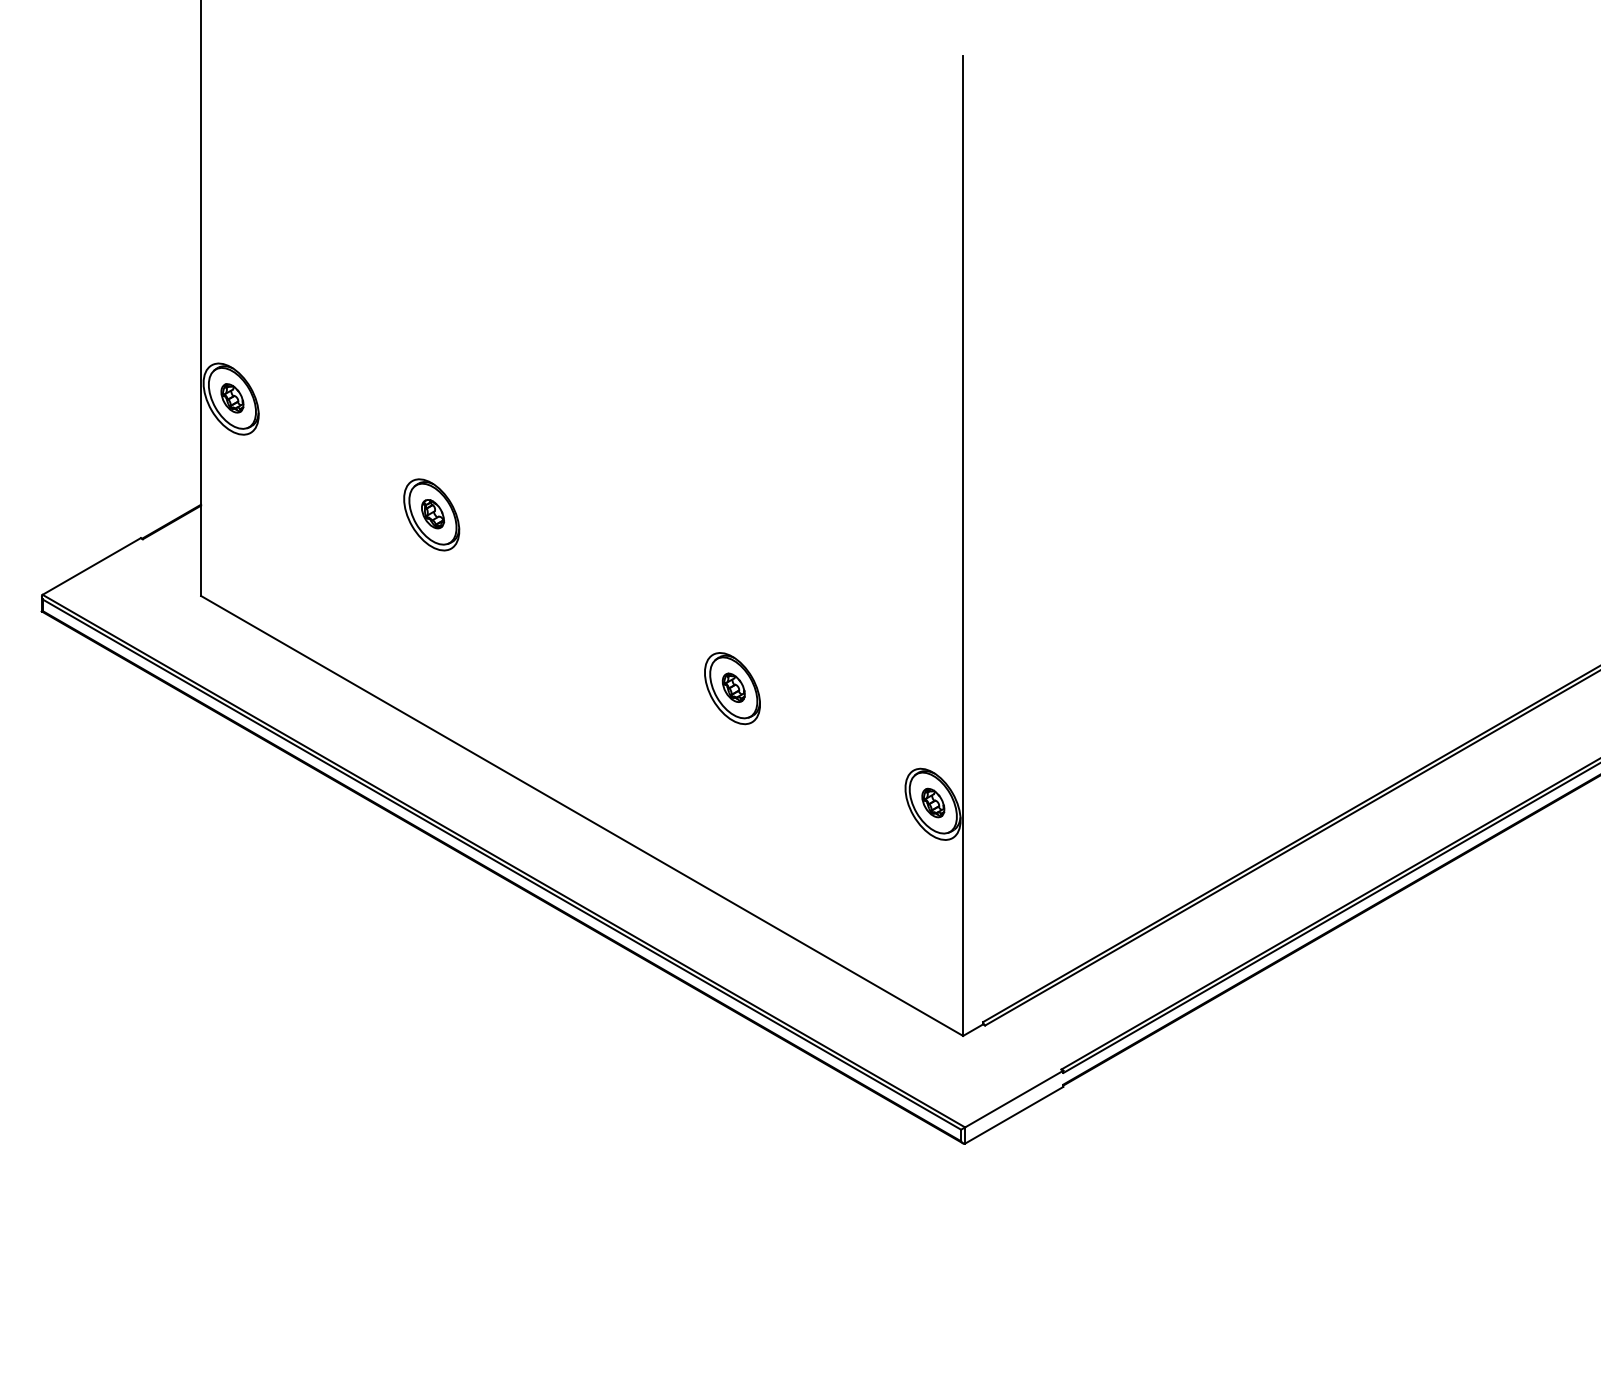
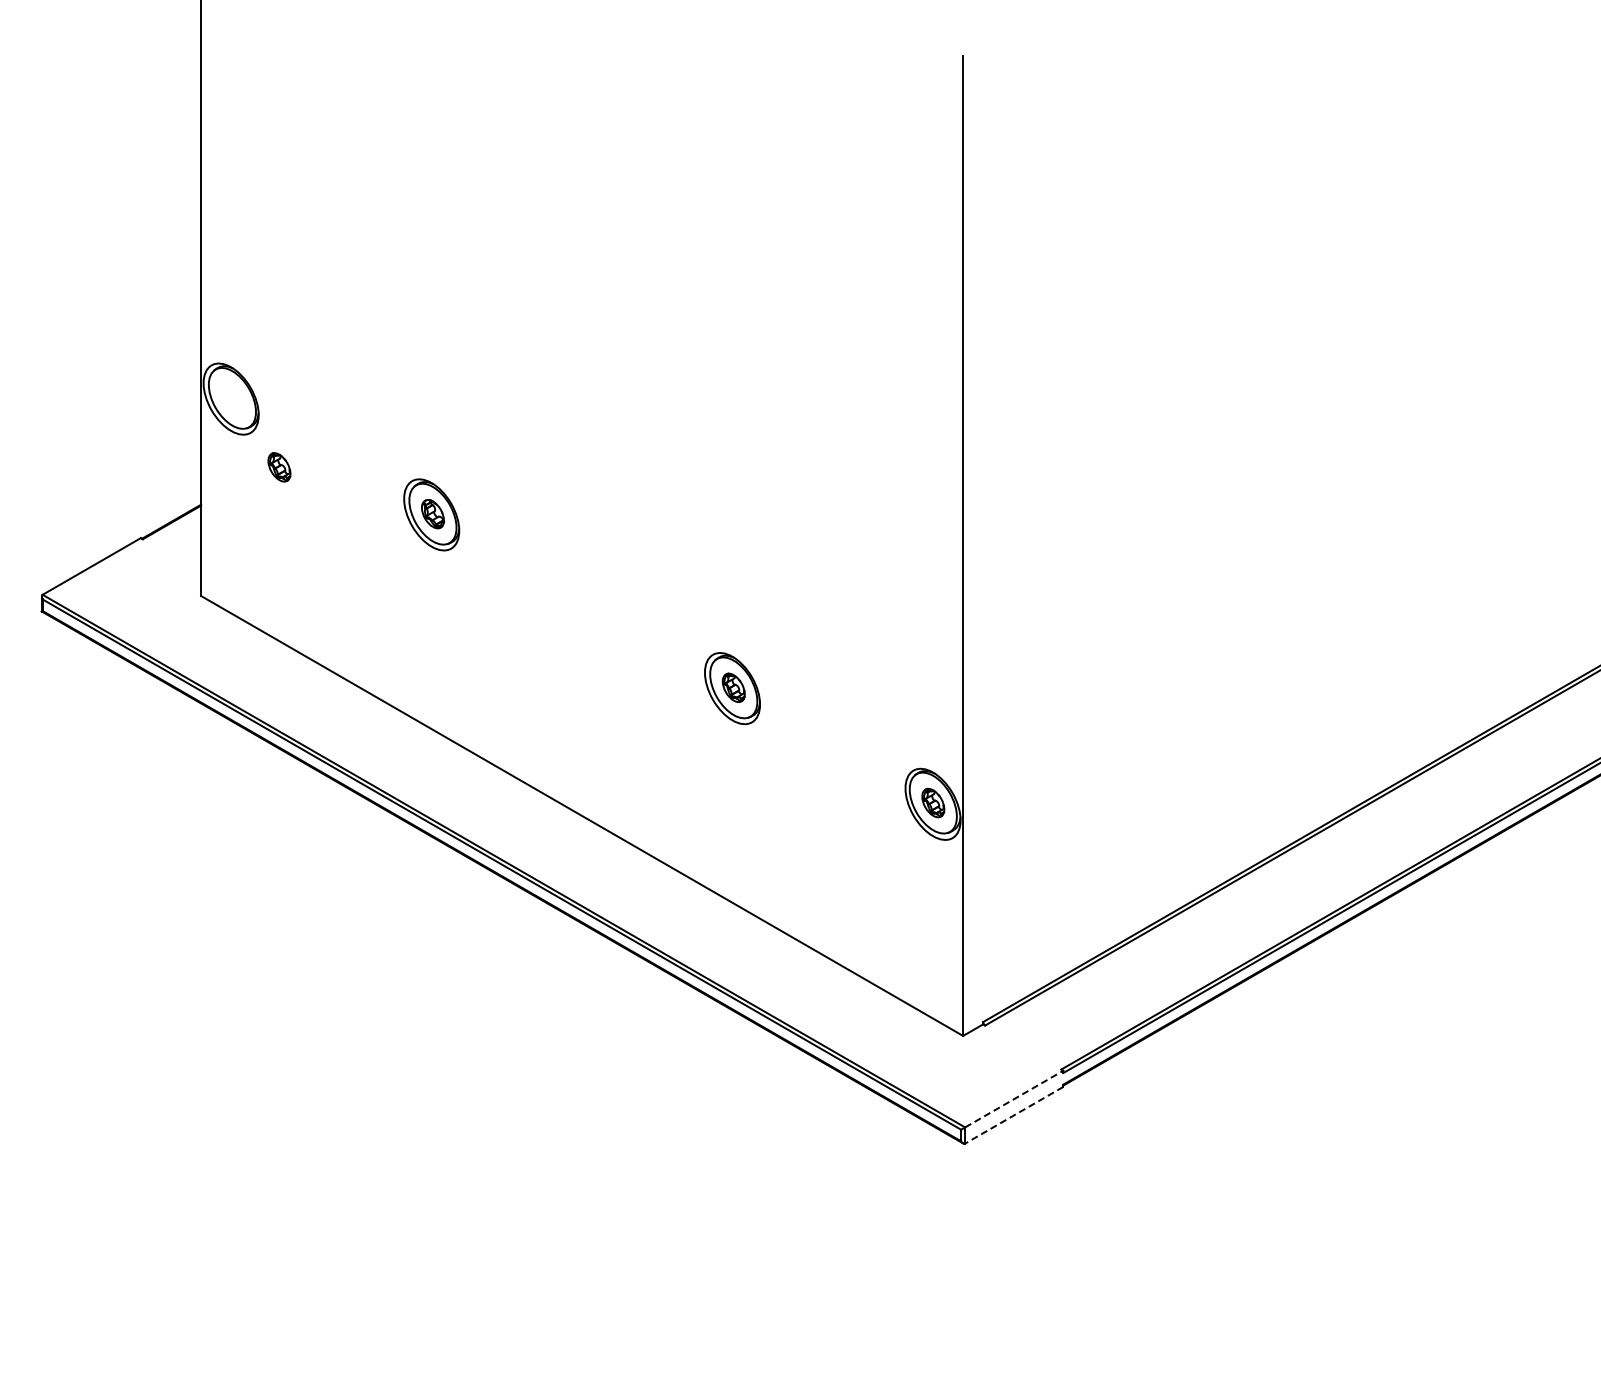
part at (232, 398) position: (232, 398) -> (279, 467)
line at (1014, 1099): solid -> dashed
line at (1014, 1115): solid -> dashed
